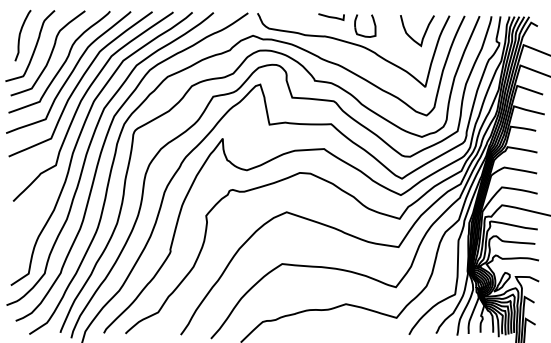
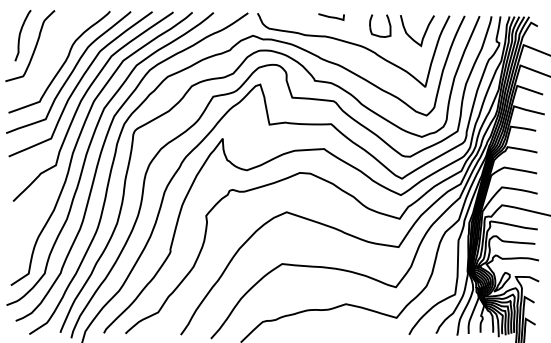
part at (373, 23) position: (373, 23) -> (388, 23)
curve at (49, 55): present -> none
